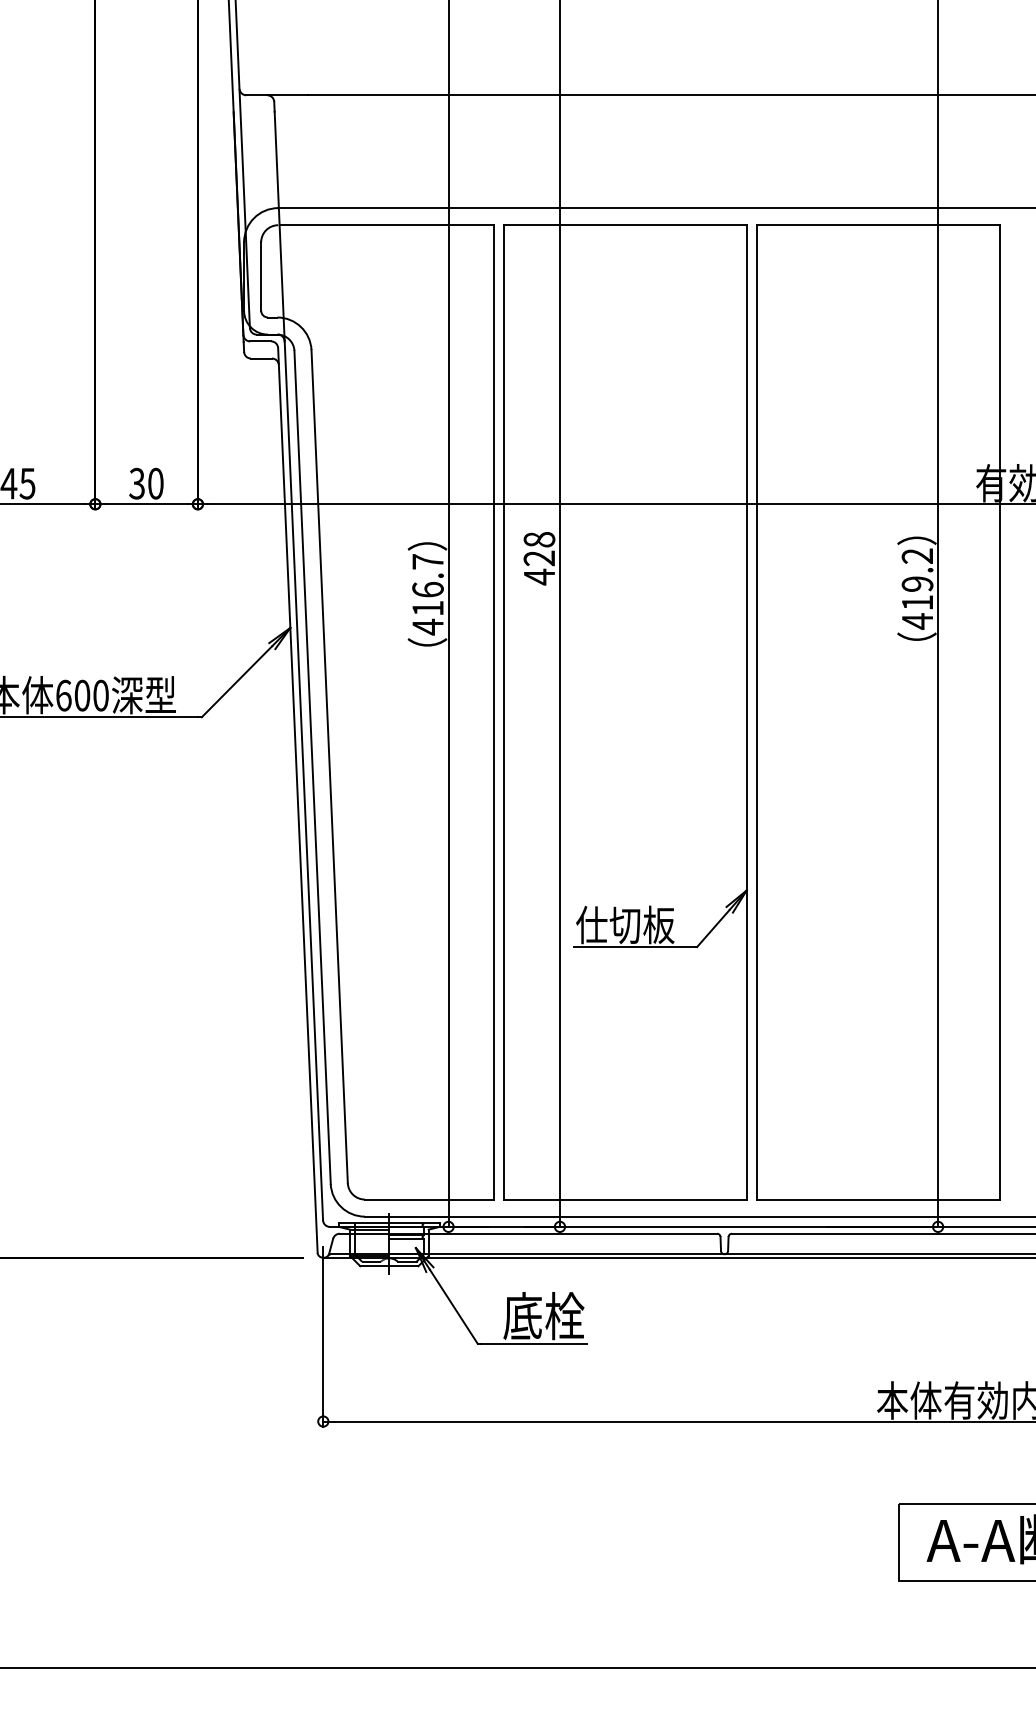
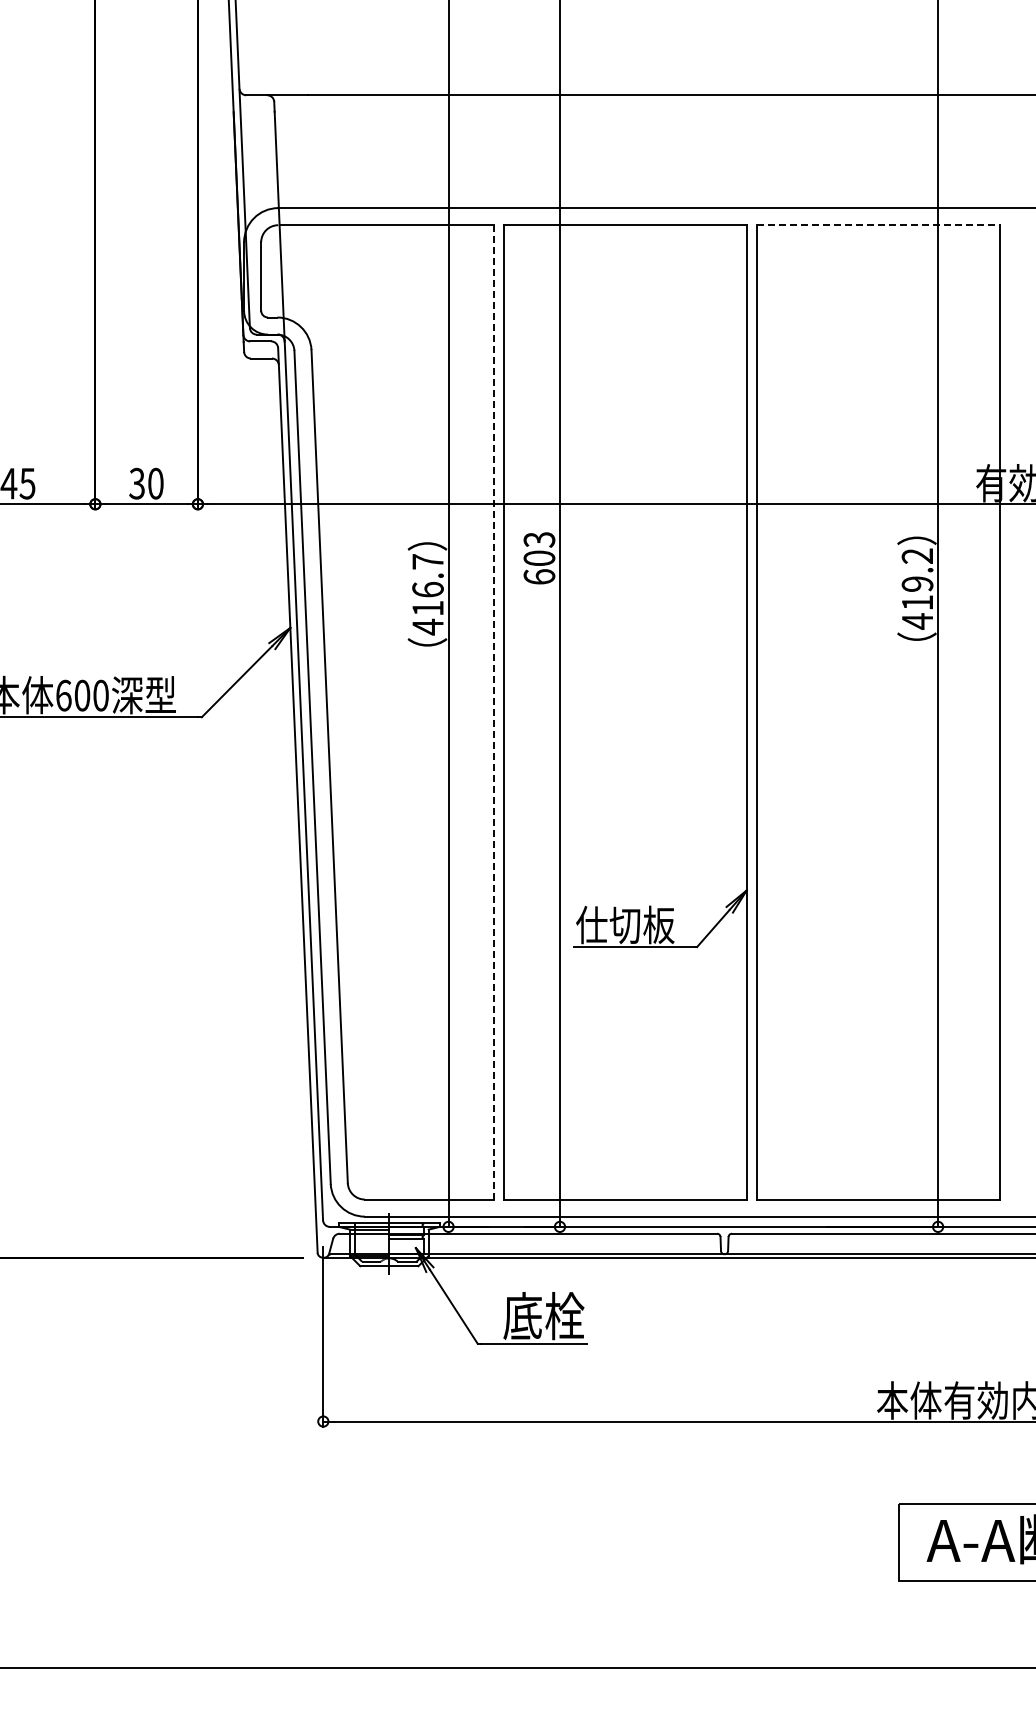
line at (878, 225): solid -> dashed
text at (539, 558): 428 -> 603
line at (493, 712): solid -> dashed
